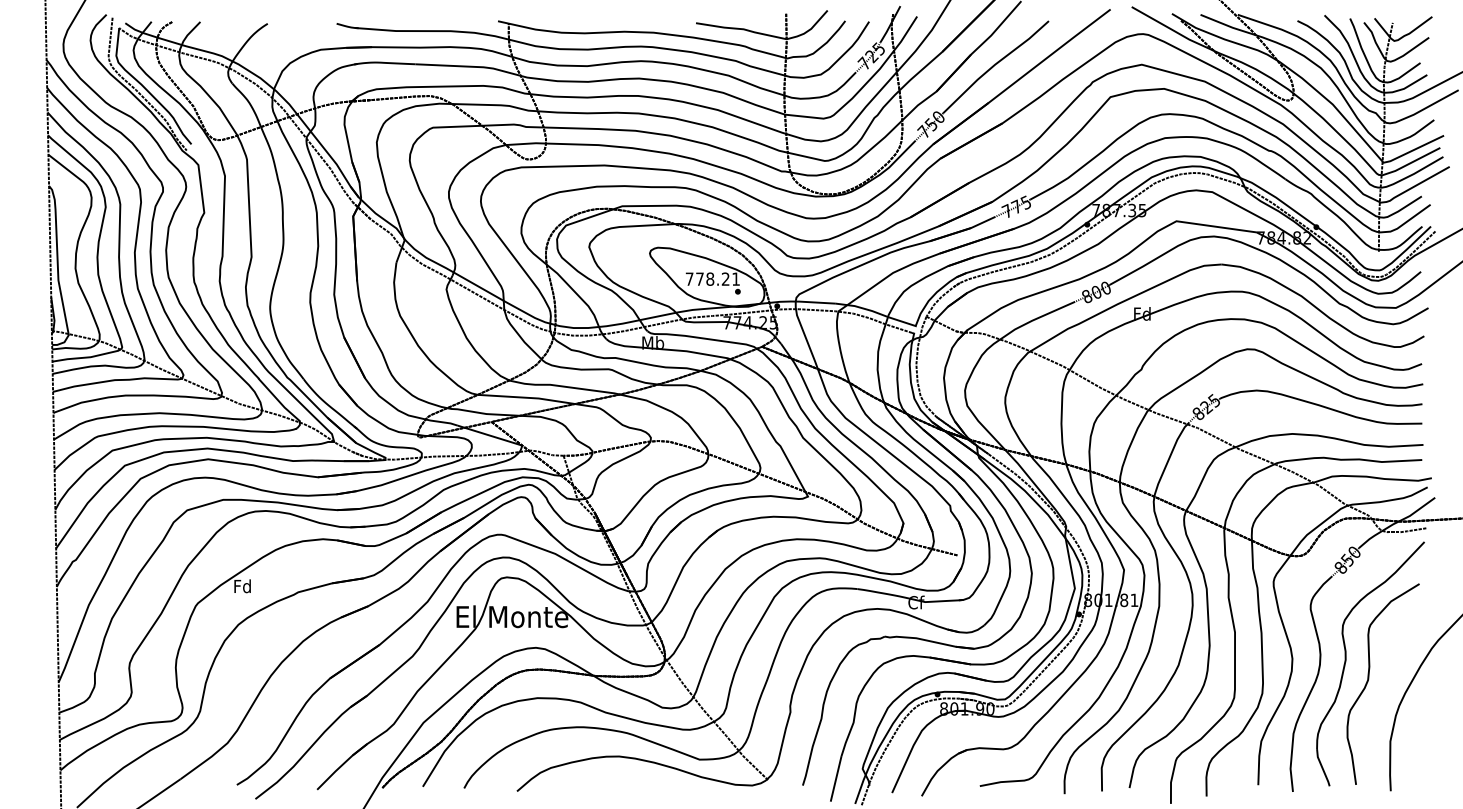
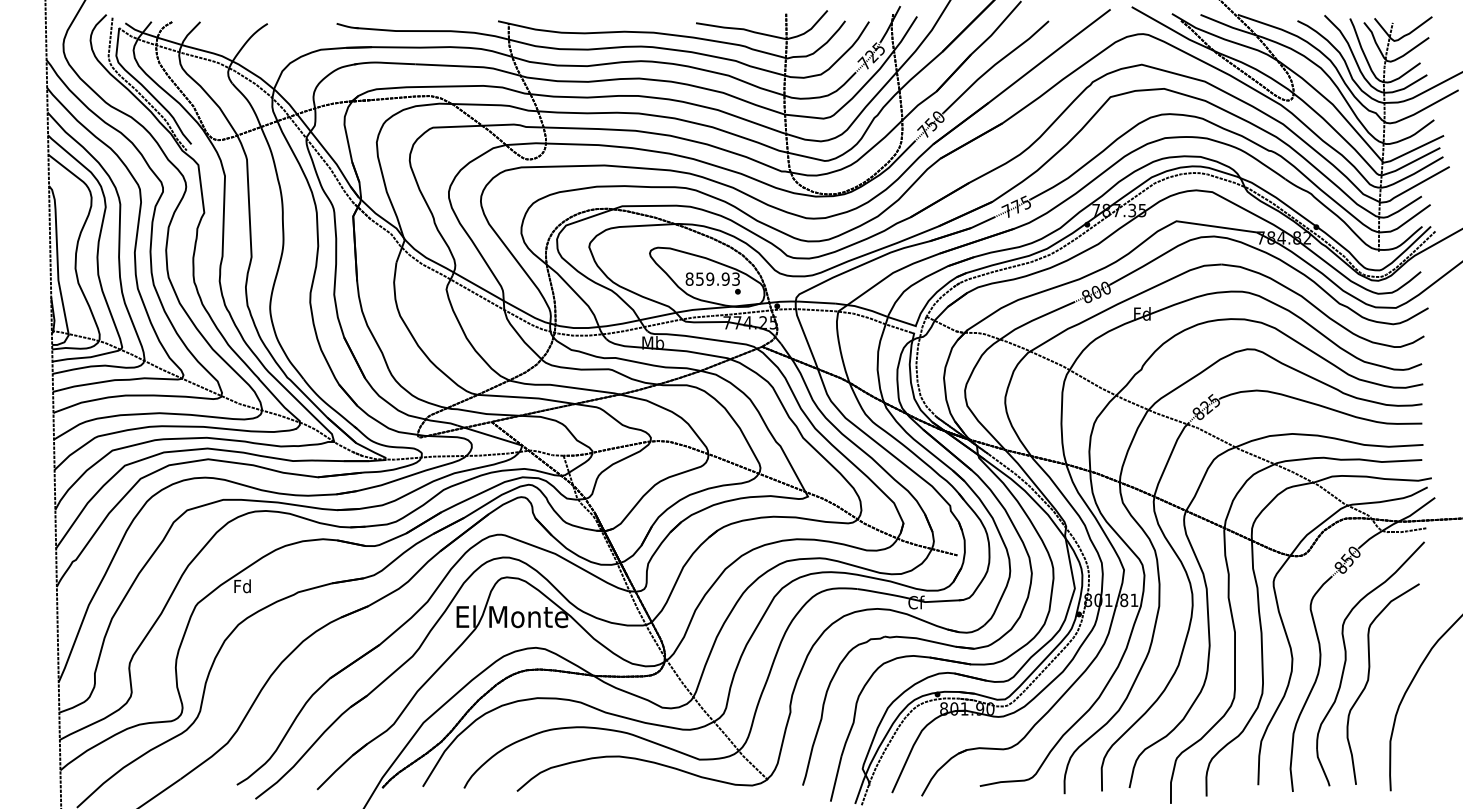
text at (712, 278): 778.21 -> 859.93
